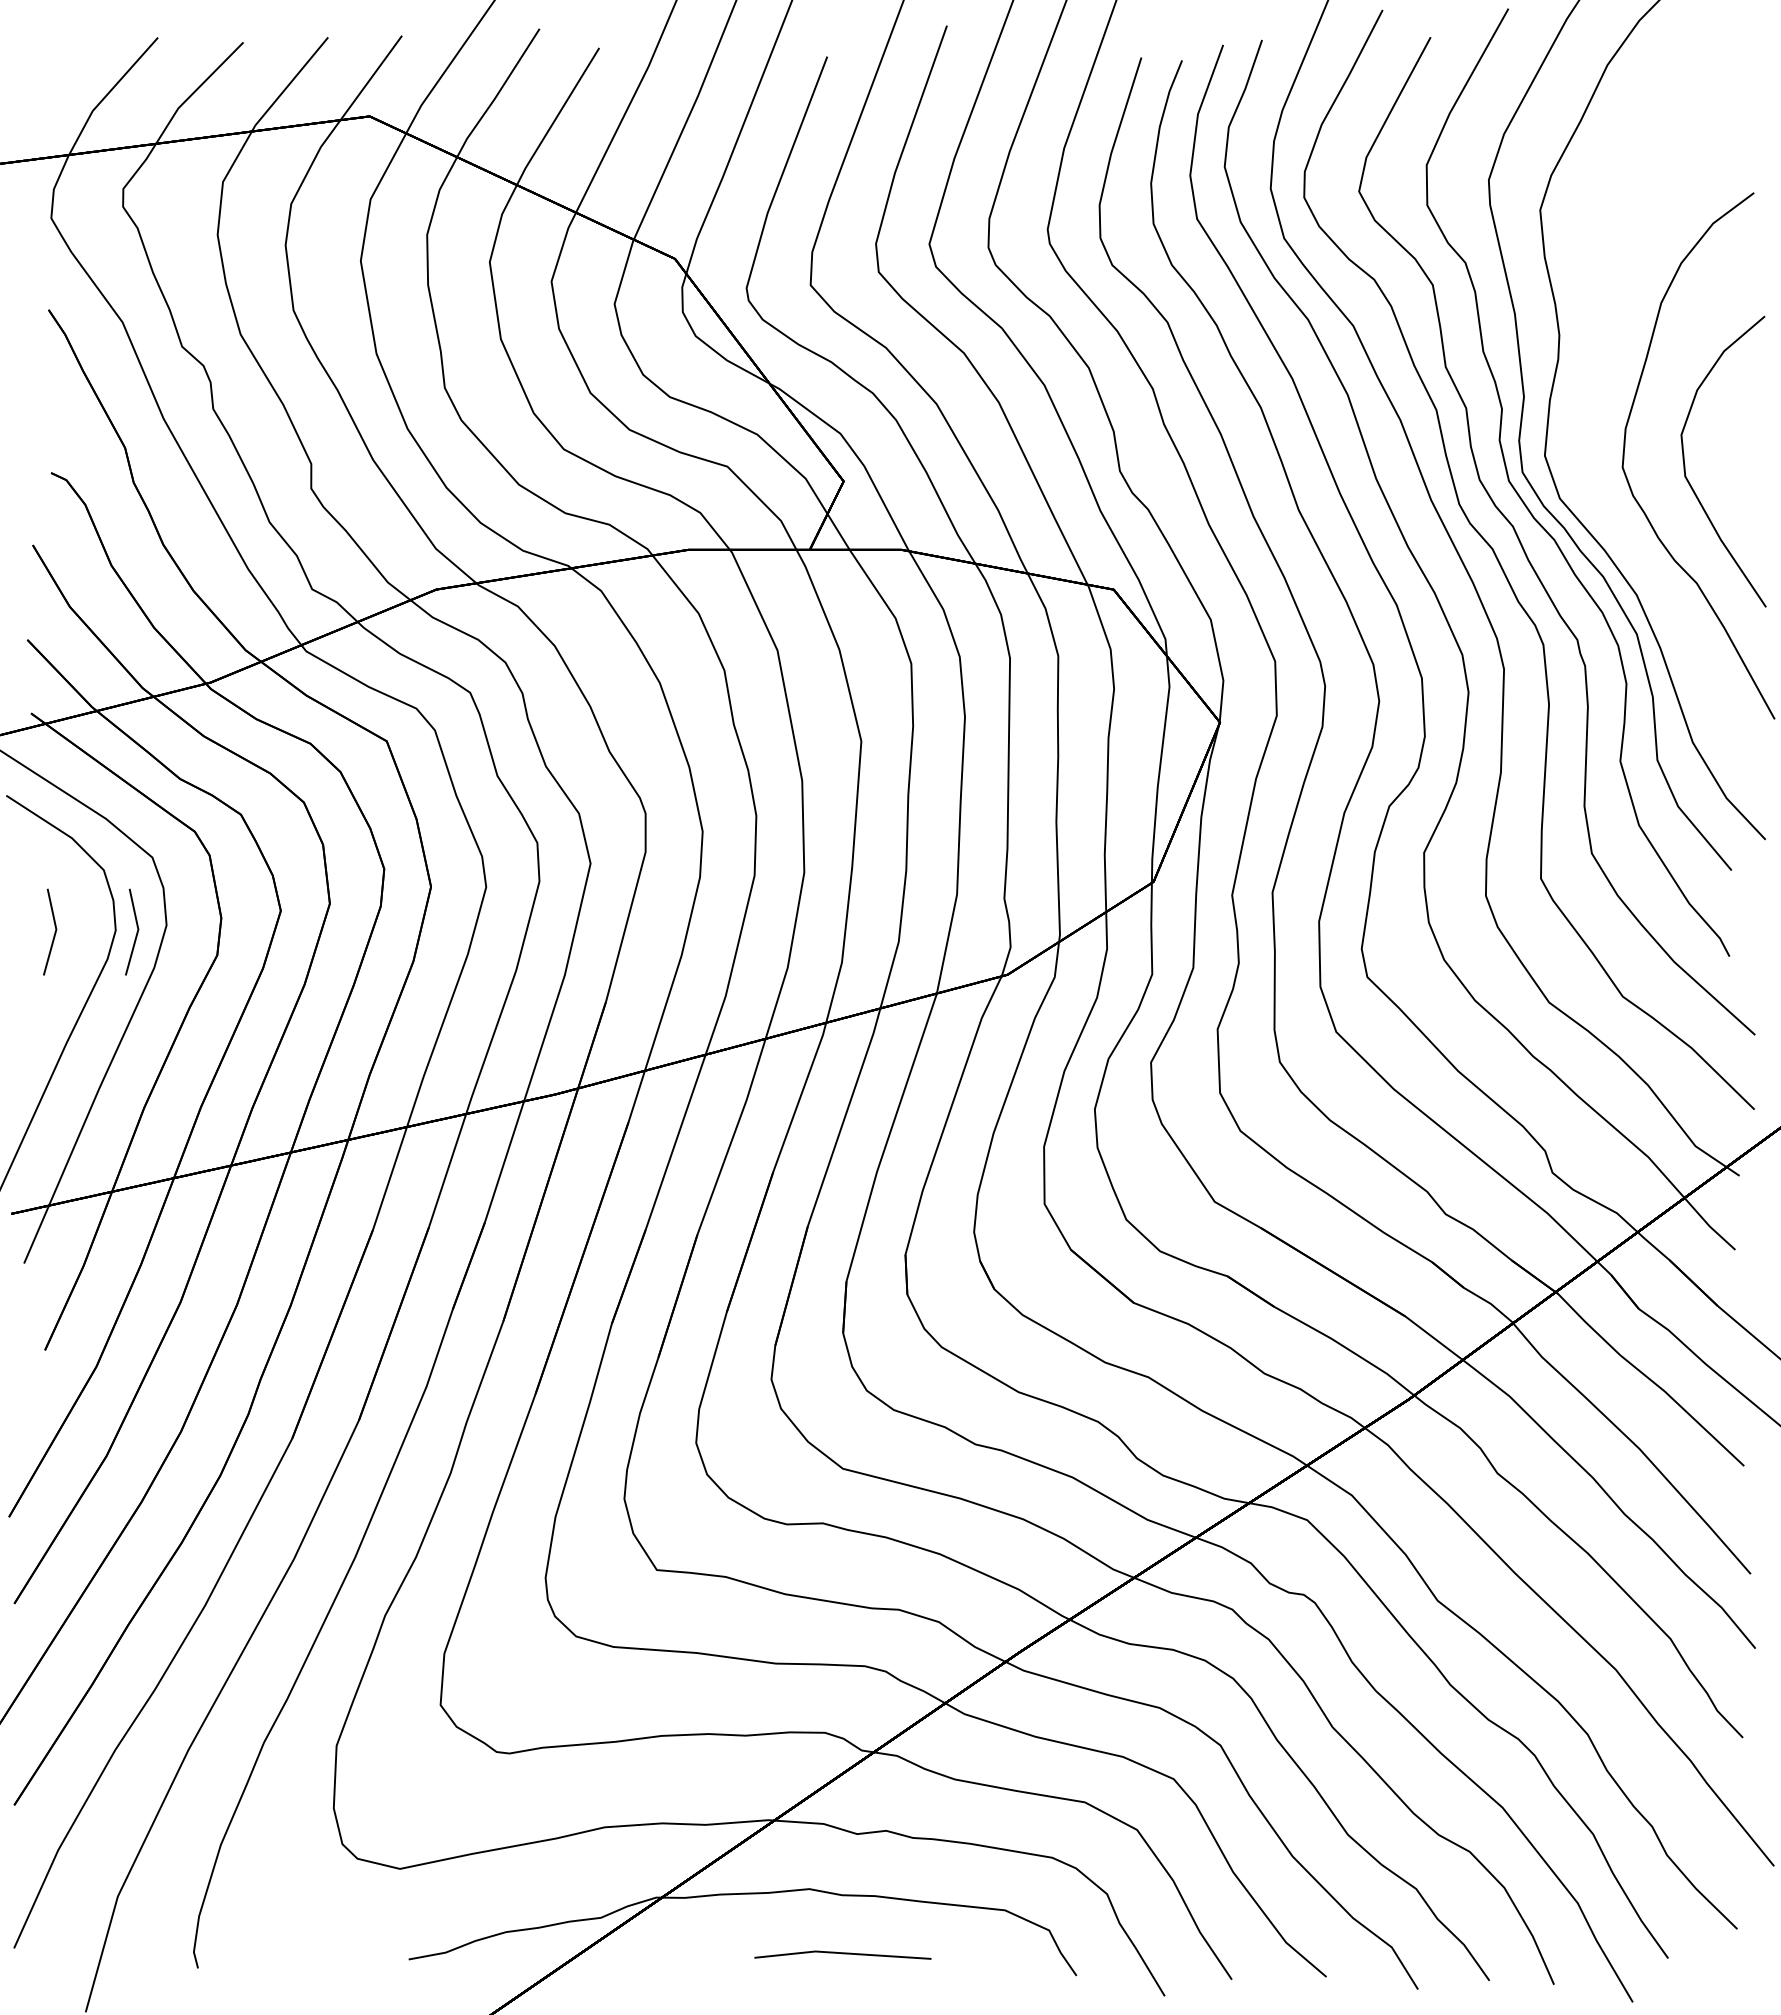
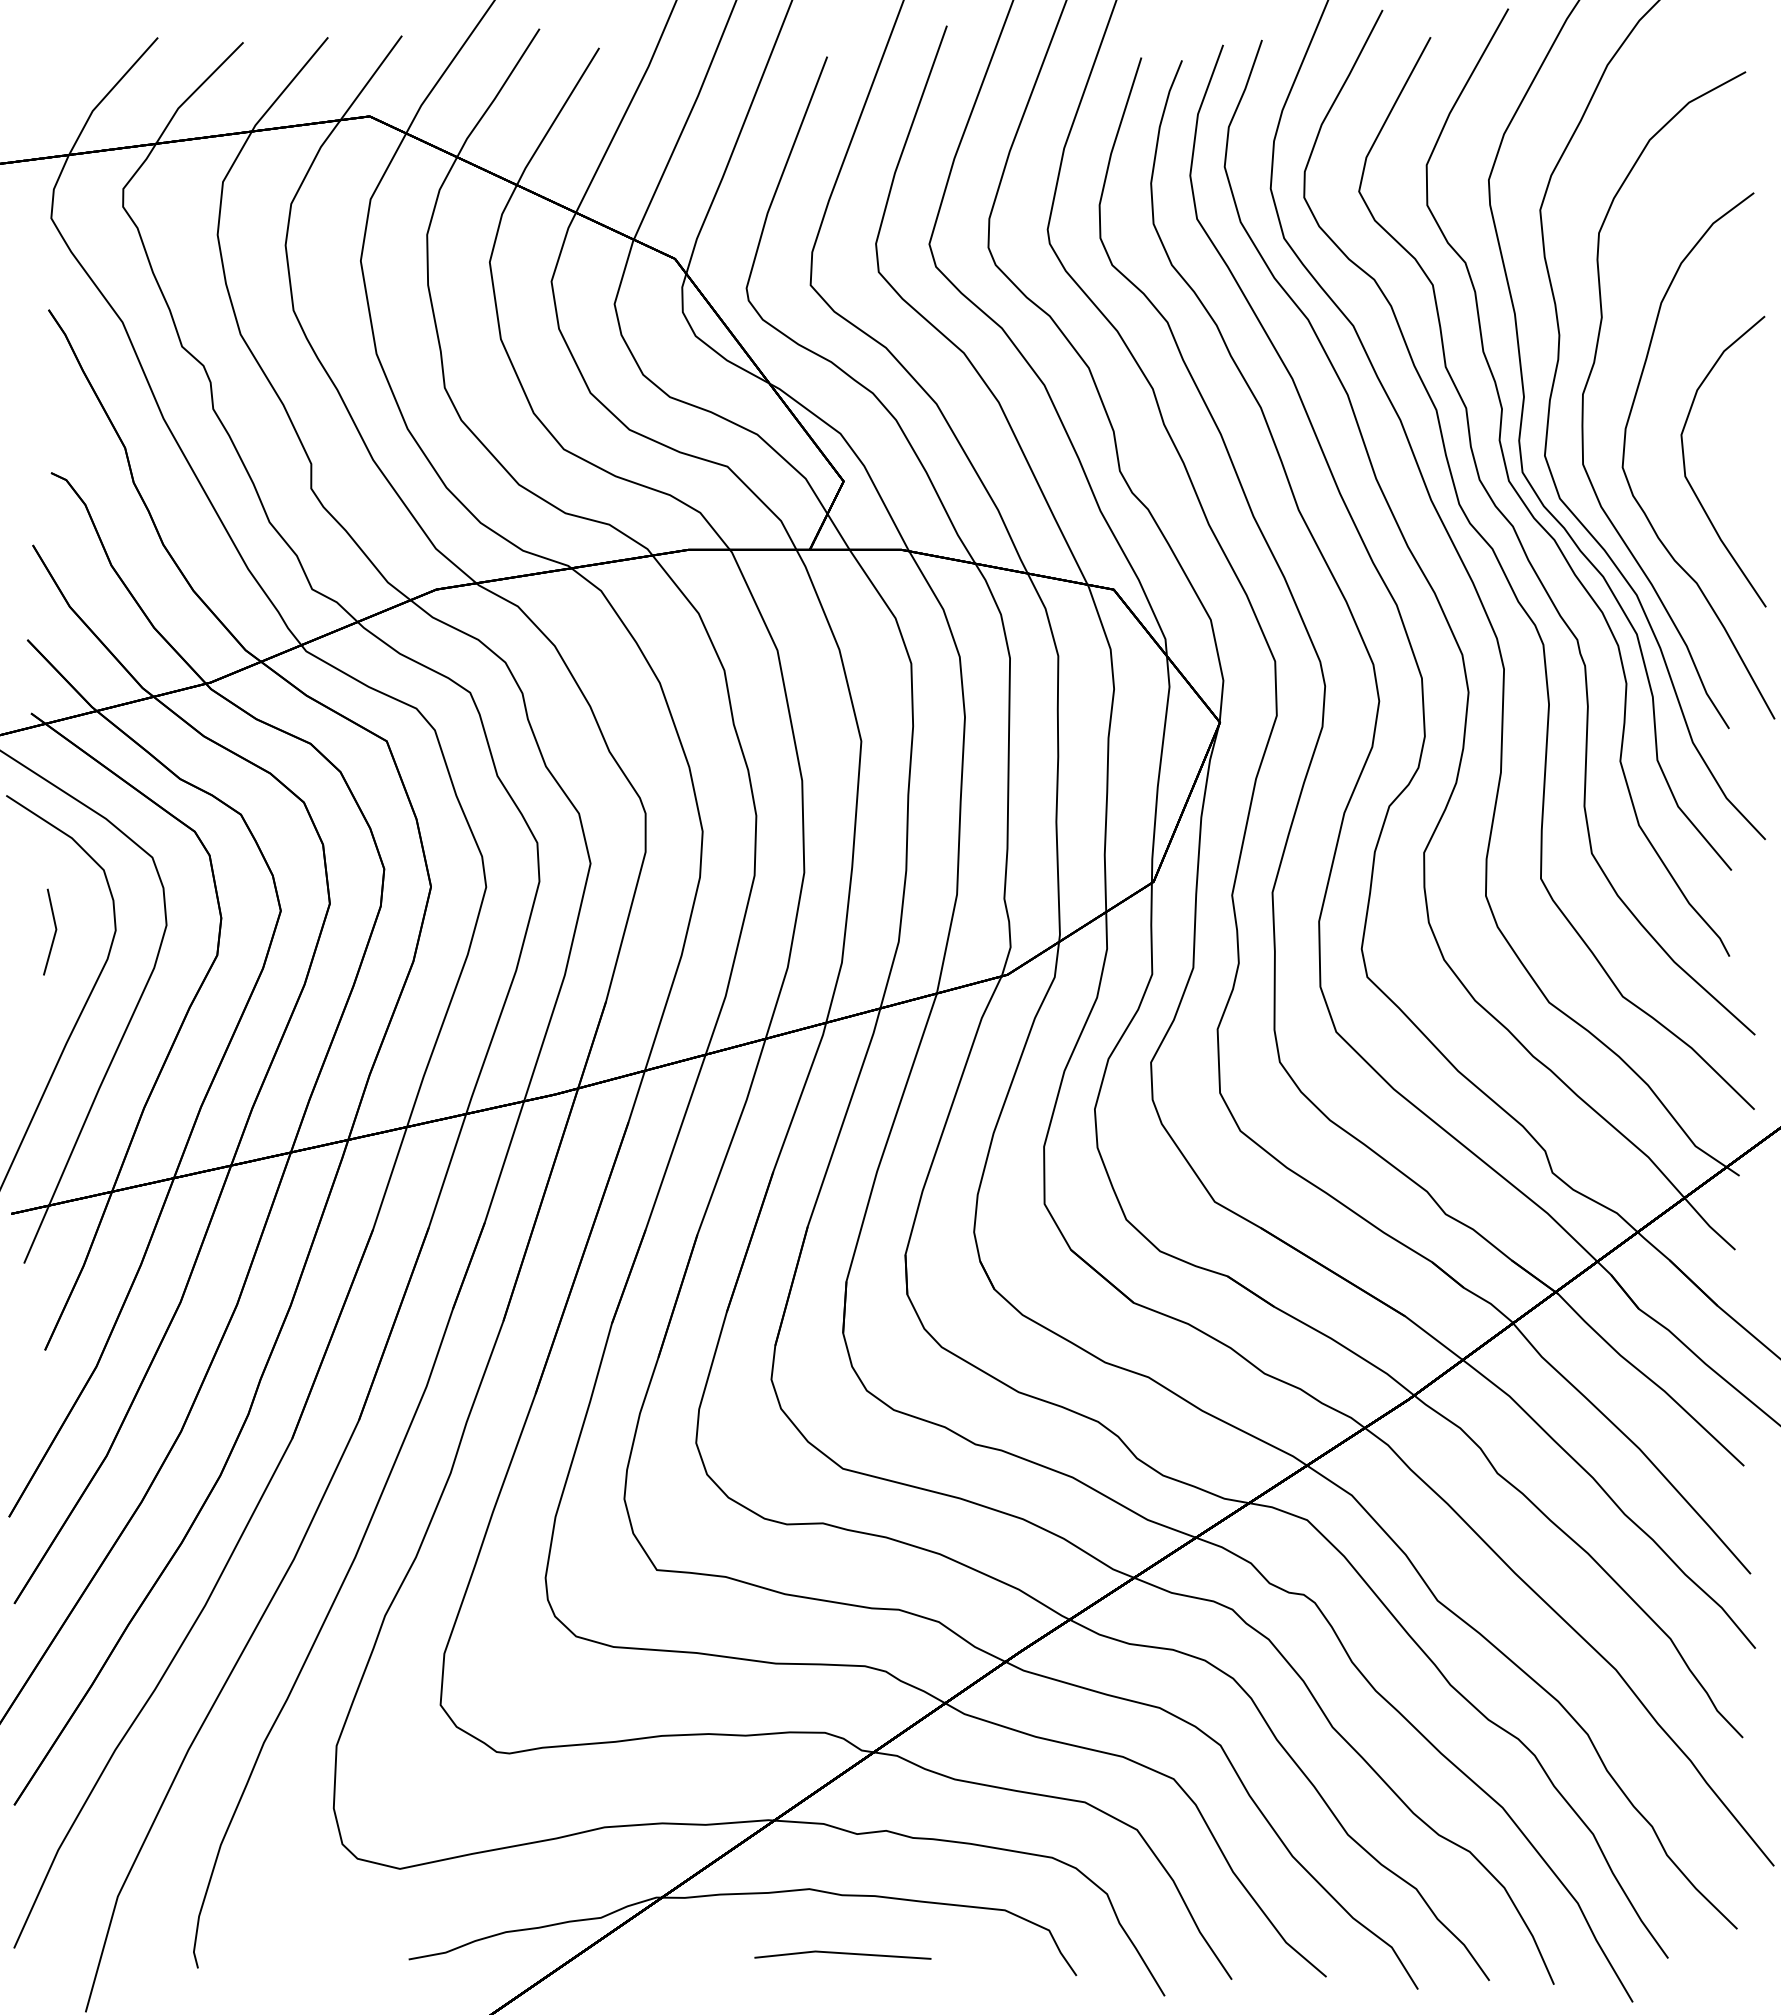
curve at (1590, 376): none -> present
part at (132, 931): present -> none
